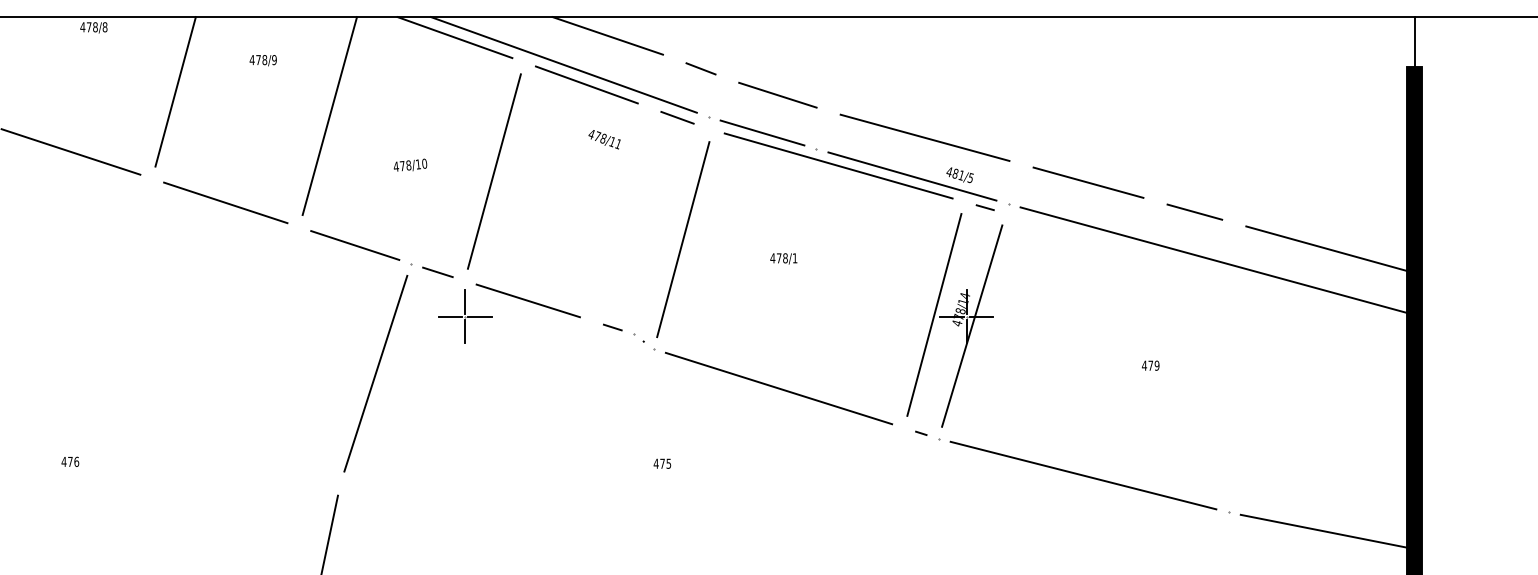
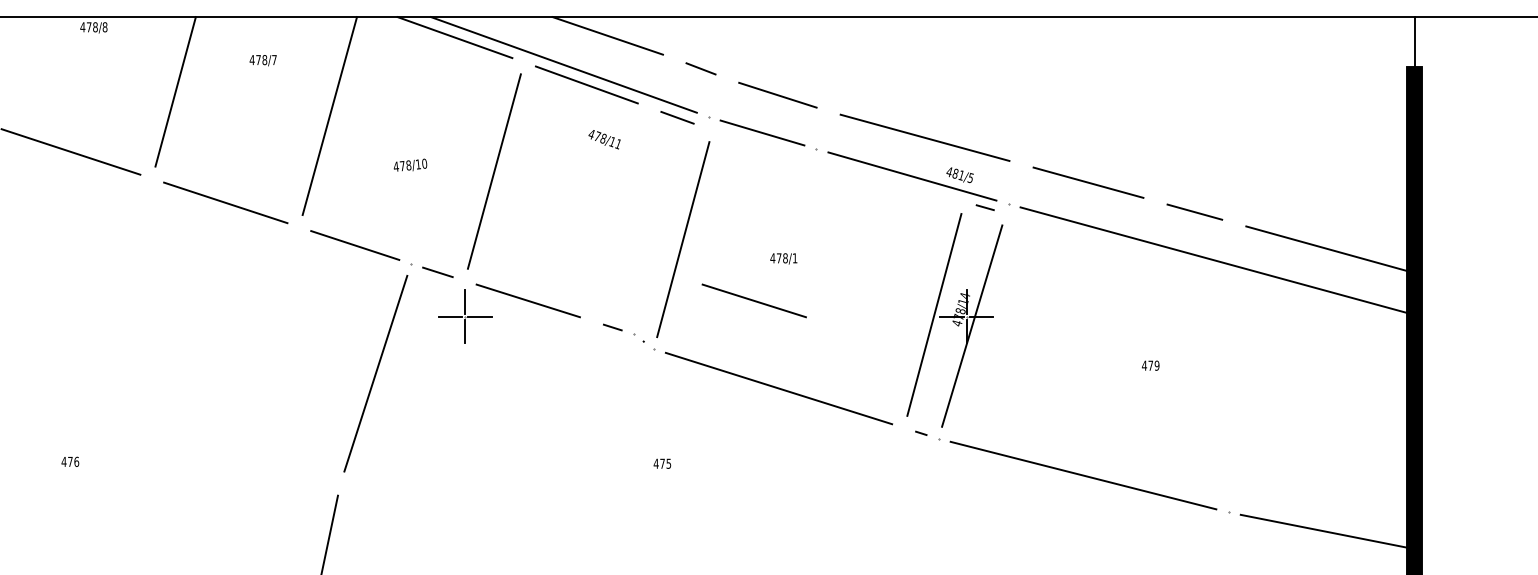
text at (274, 60): 478/9 -> 478/7
line at (838, 165): present -> none
line at (753, 300): none -> present
